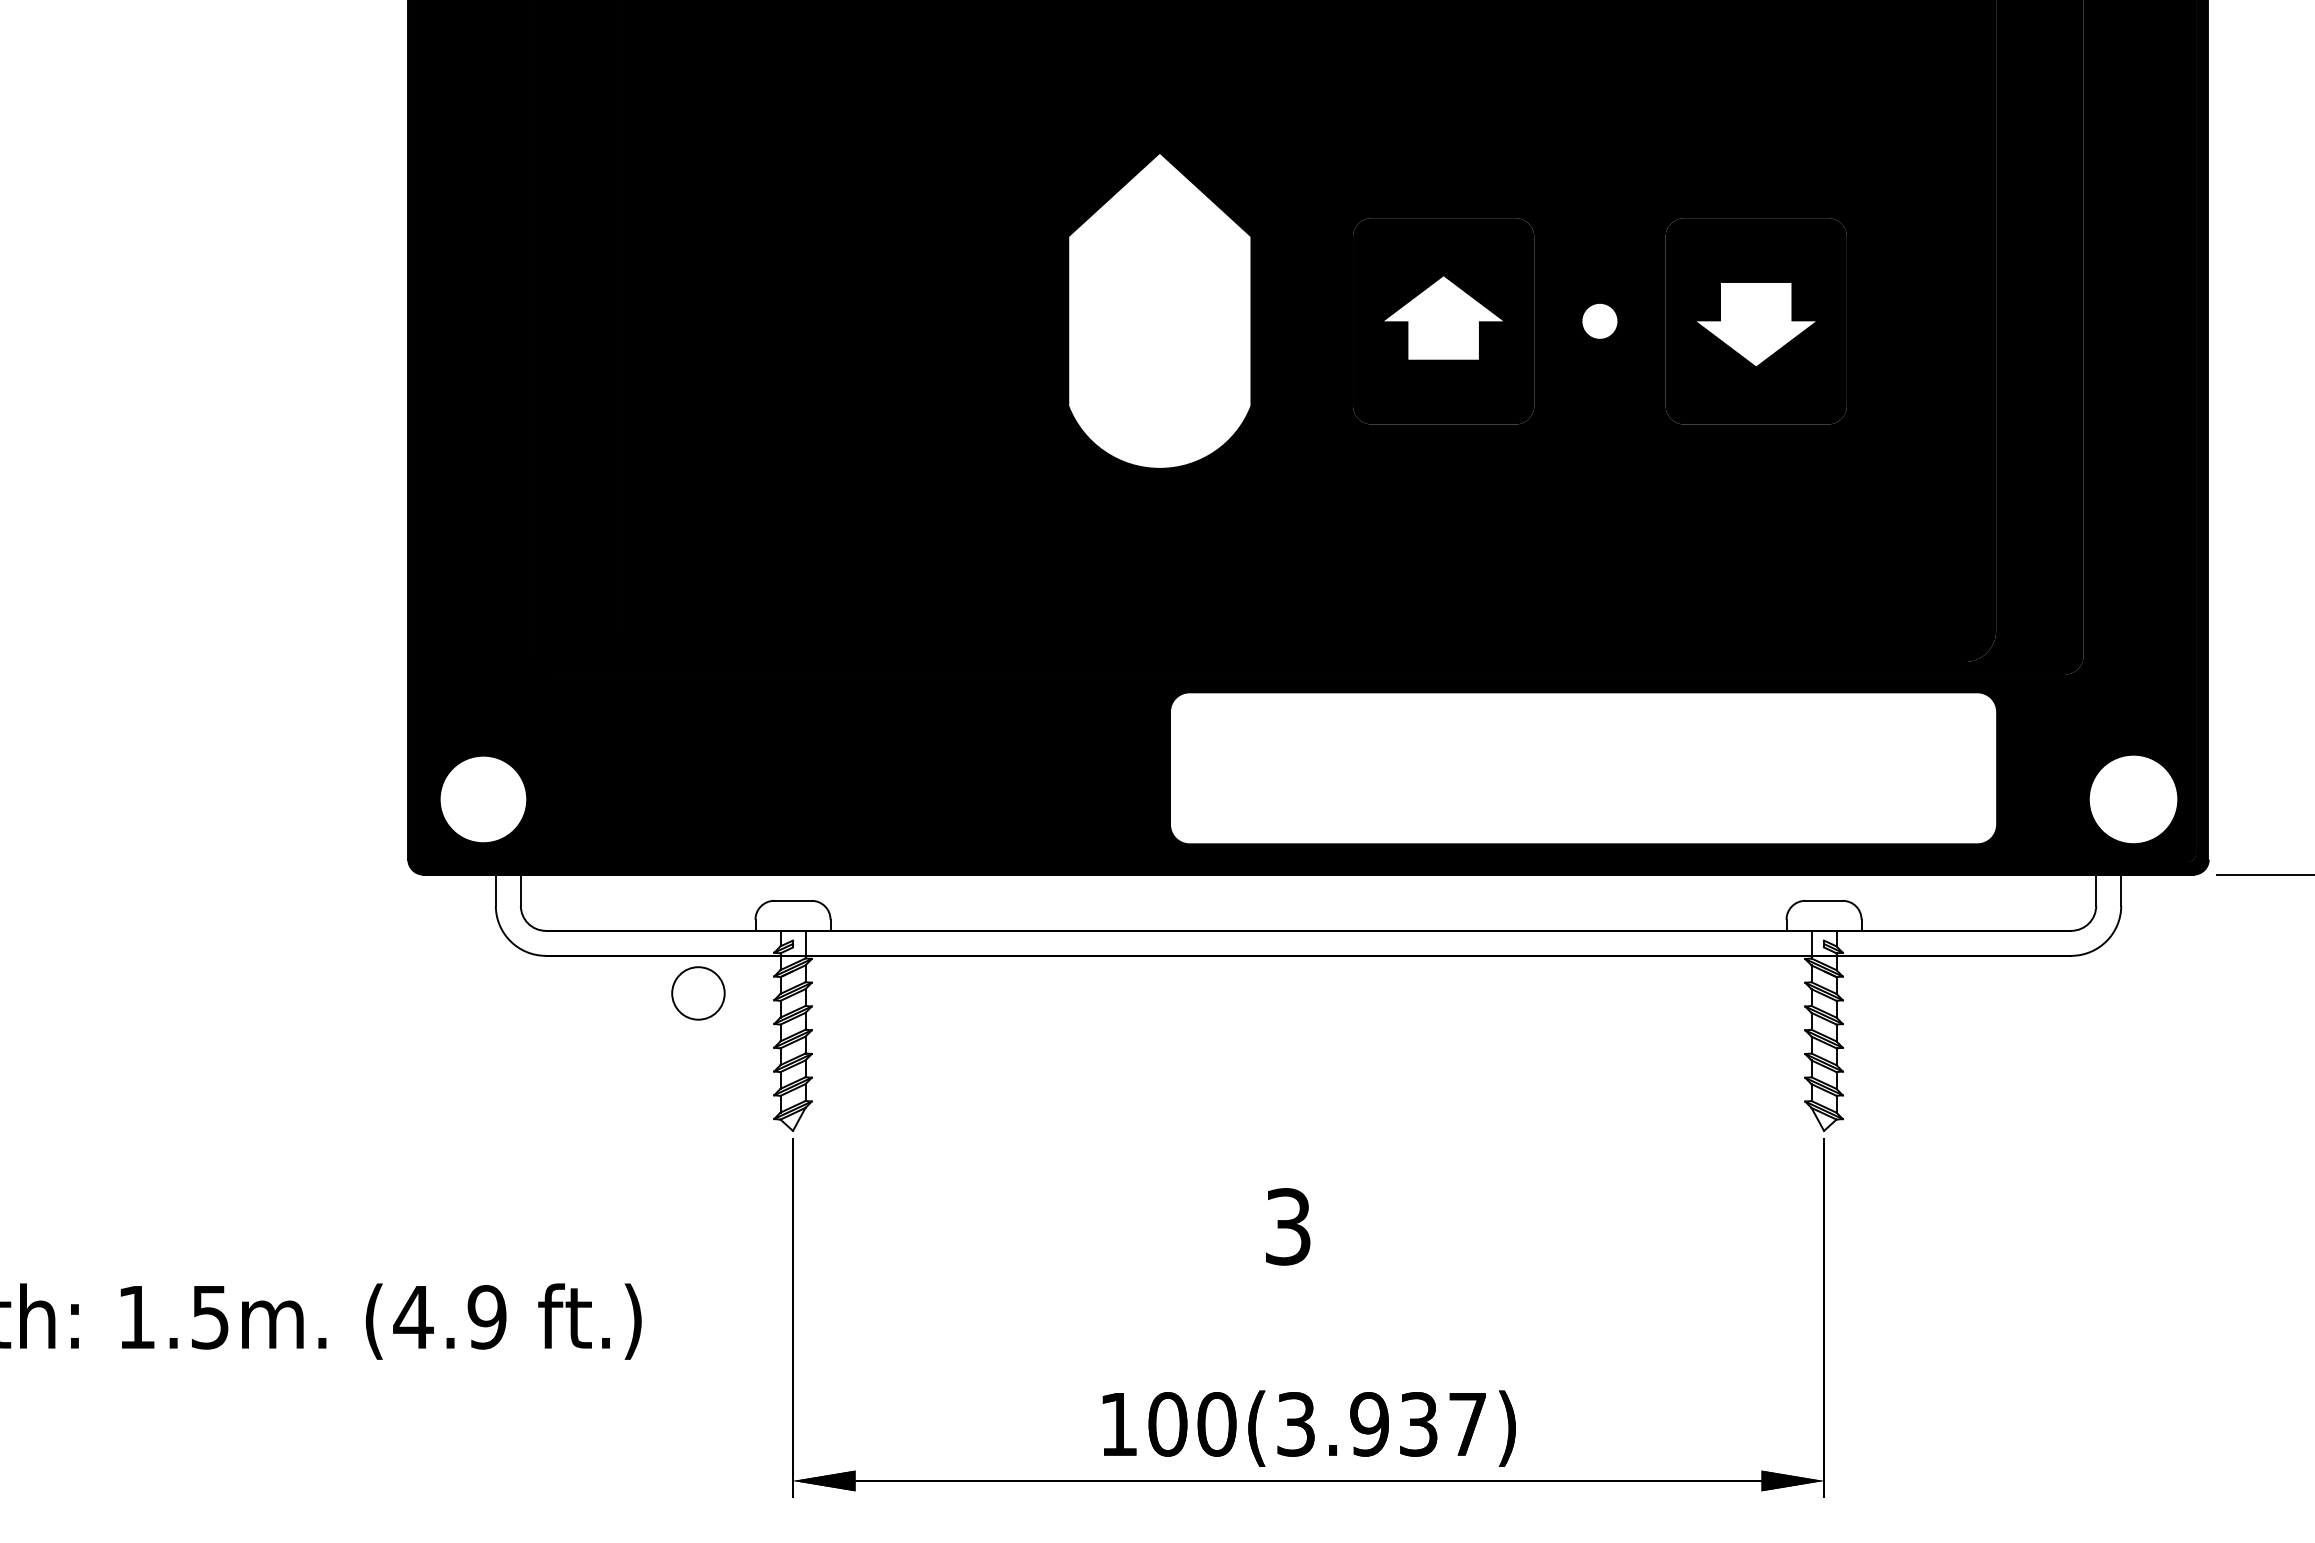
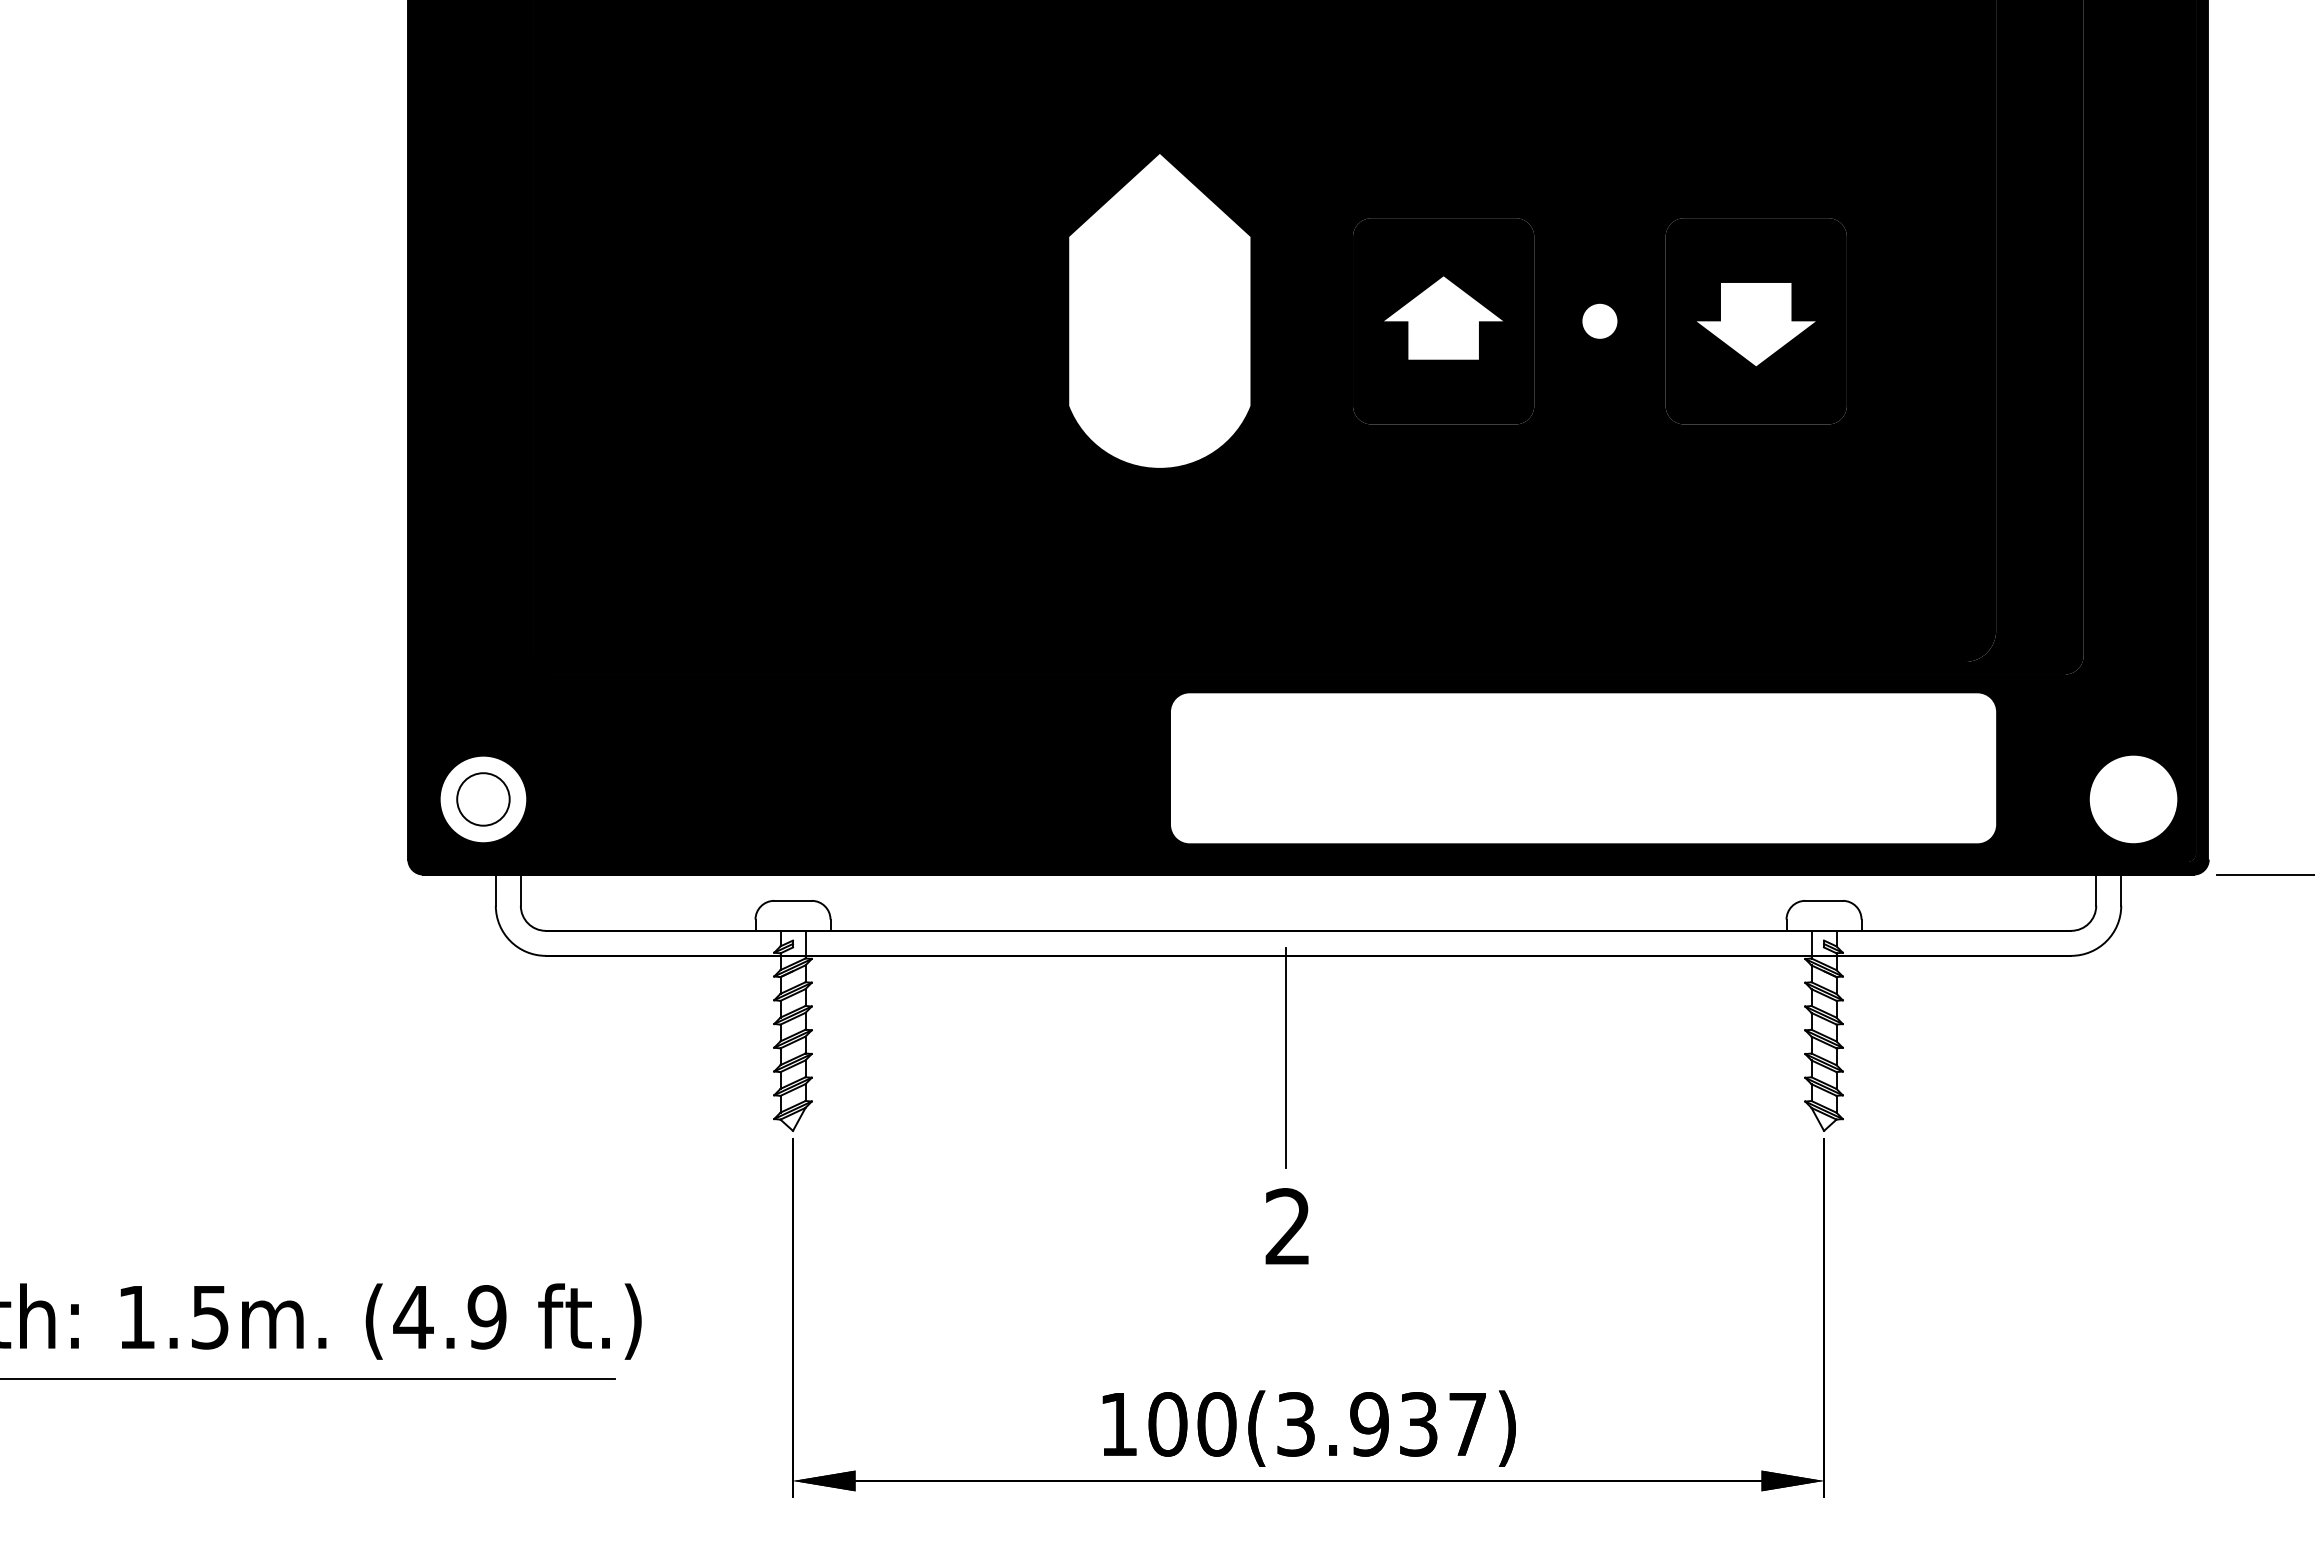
circle at (698, 993) position: (698, 993) -> (483, 799)
line at (1285, 1057): none -> present
text at (1287, 1226): 3 -> 2
line at (308, 1378): none -> present
